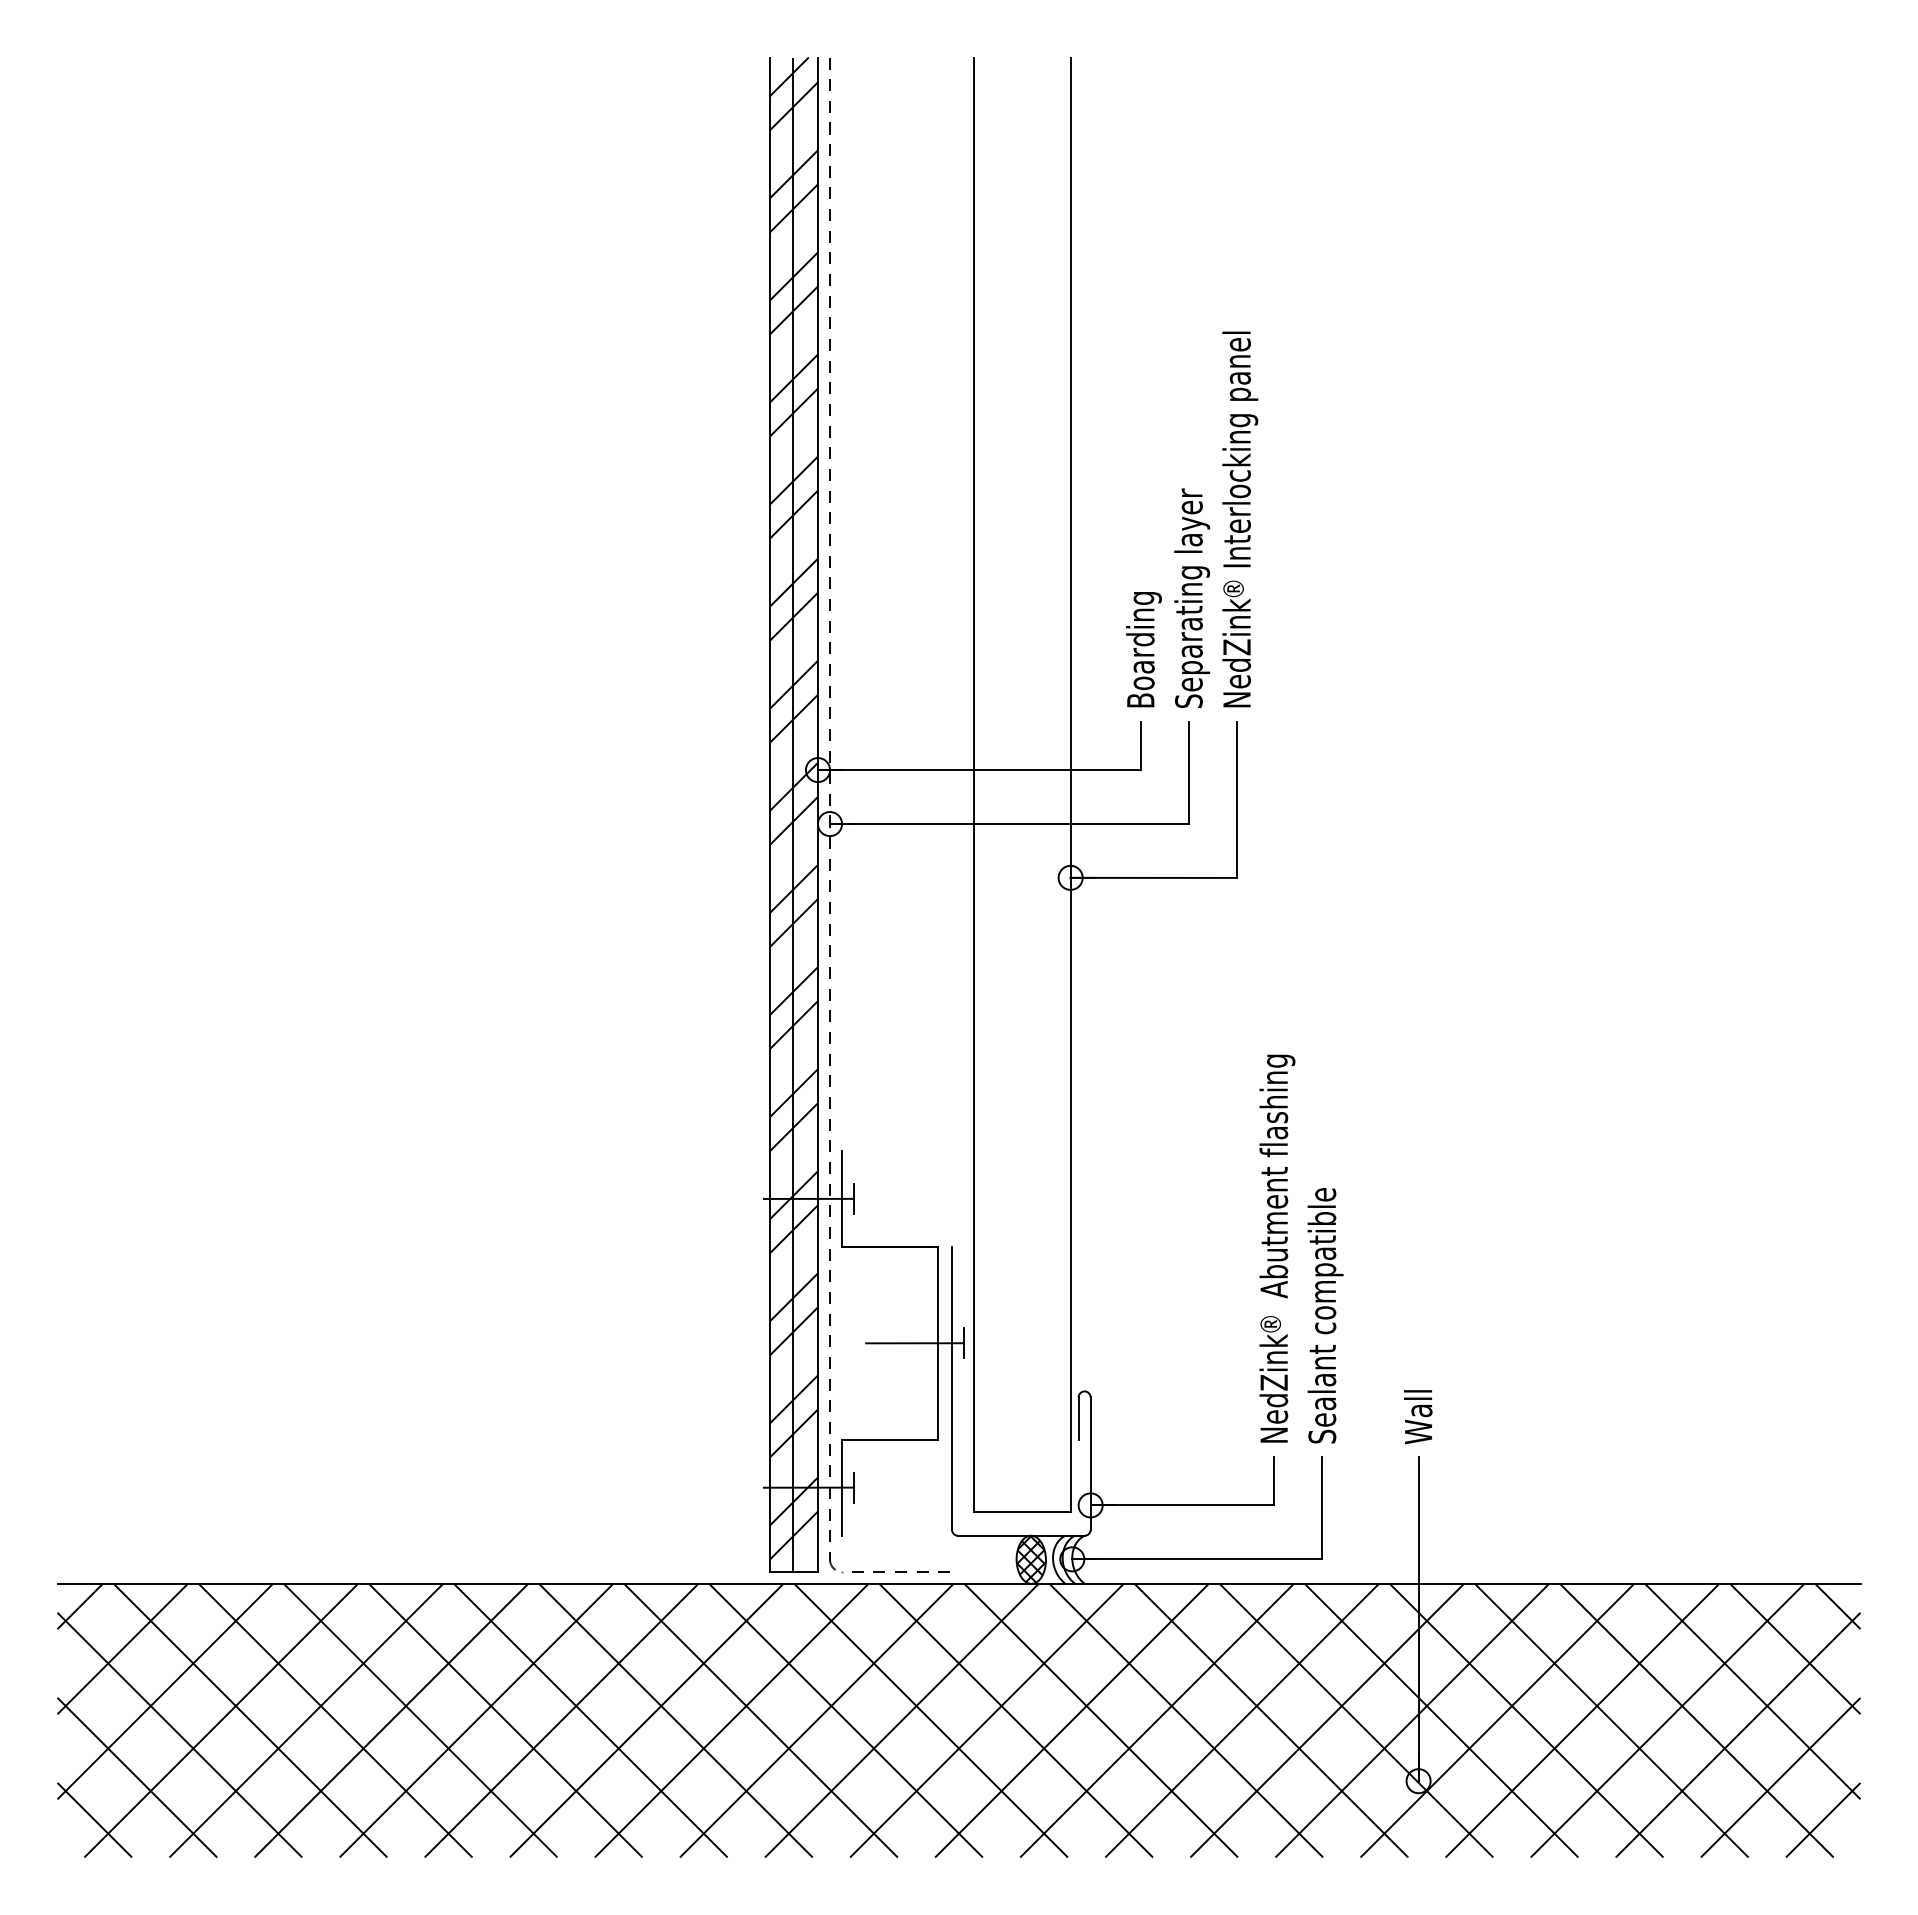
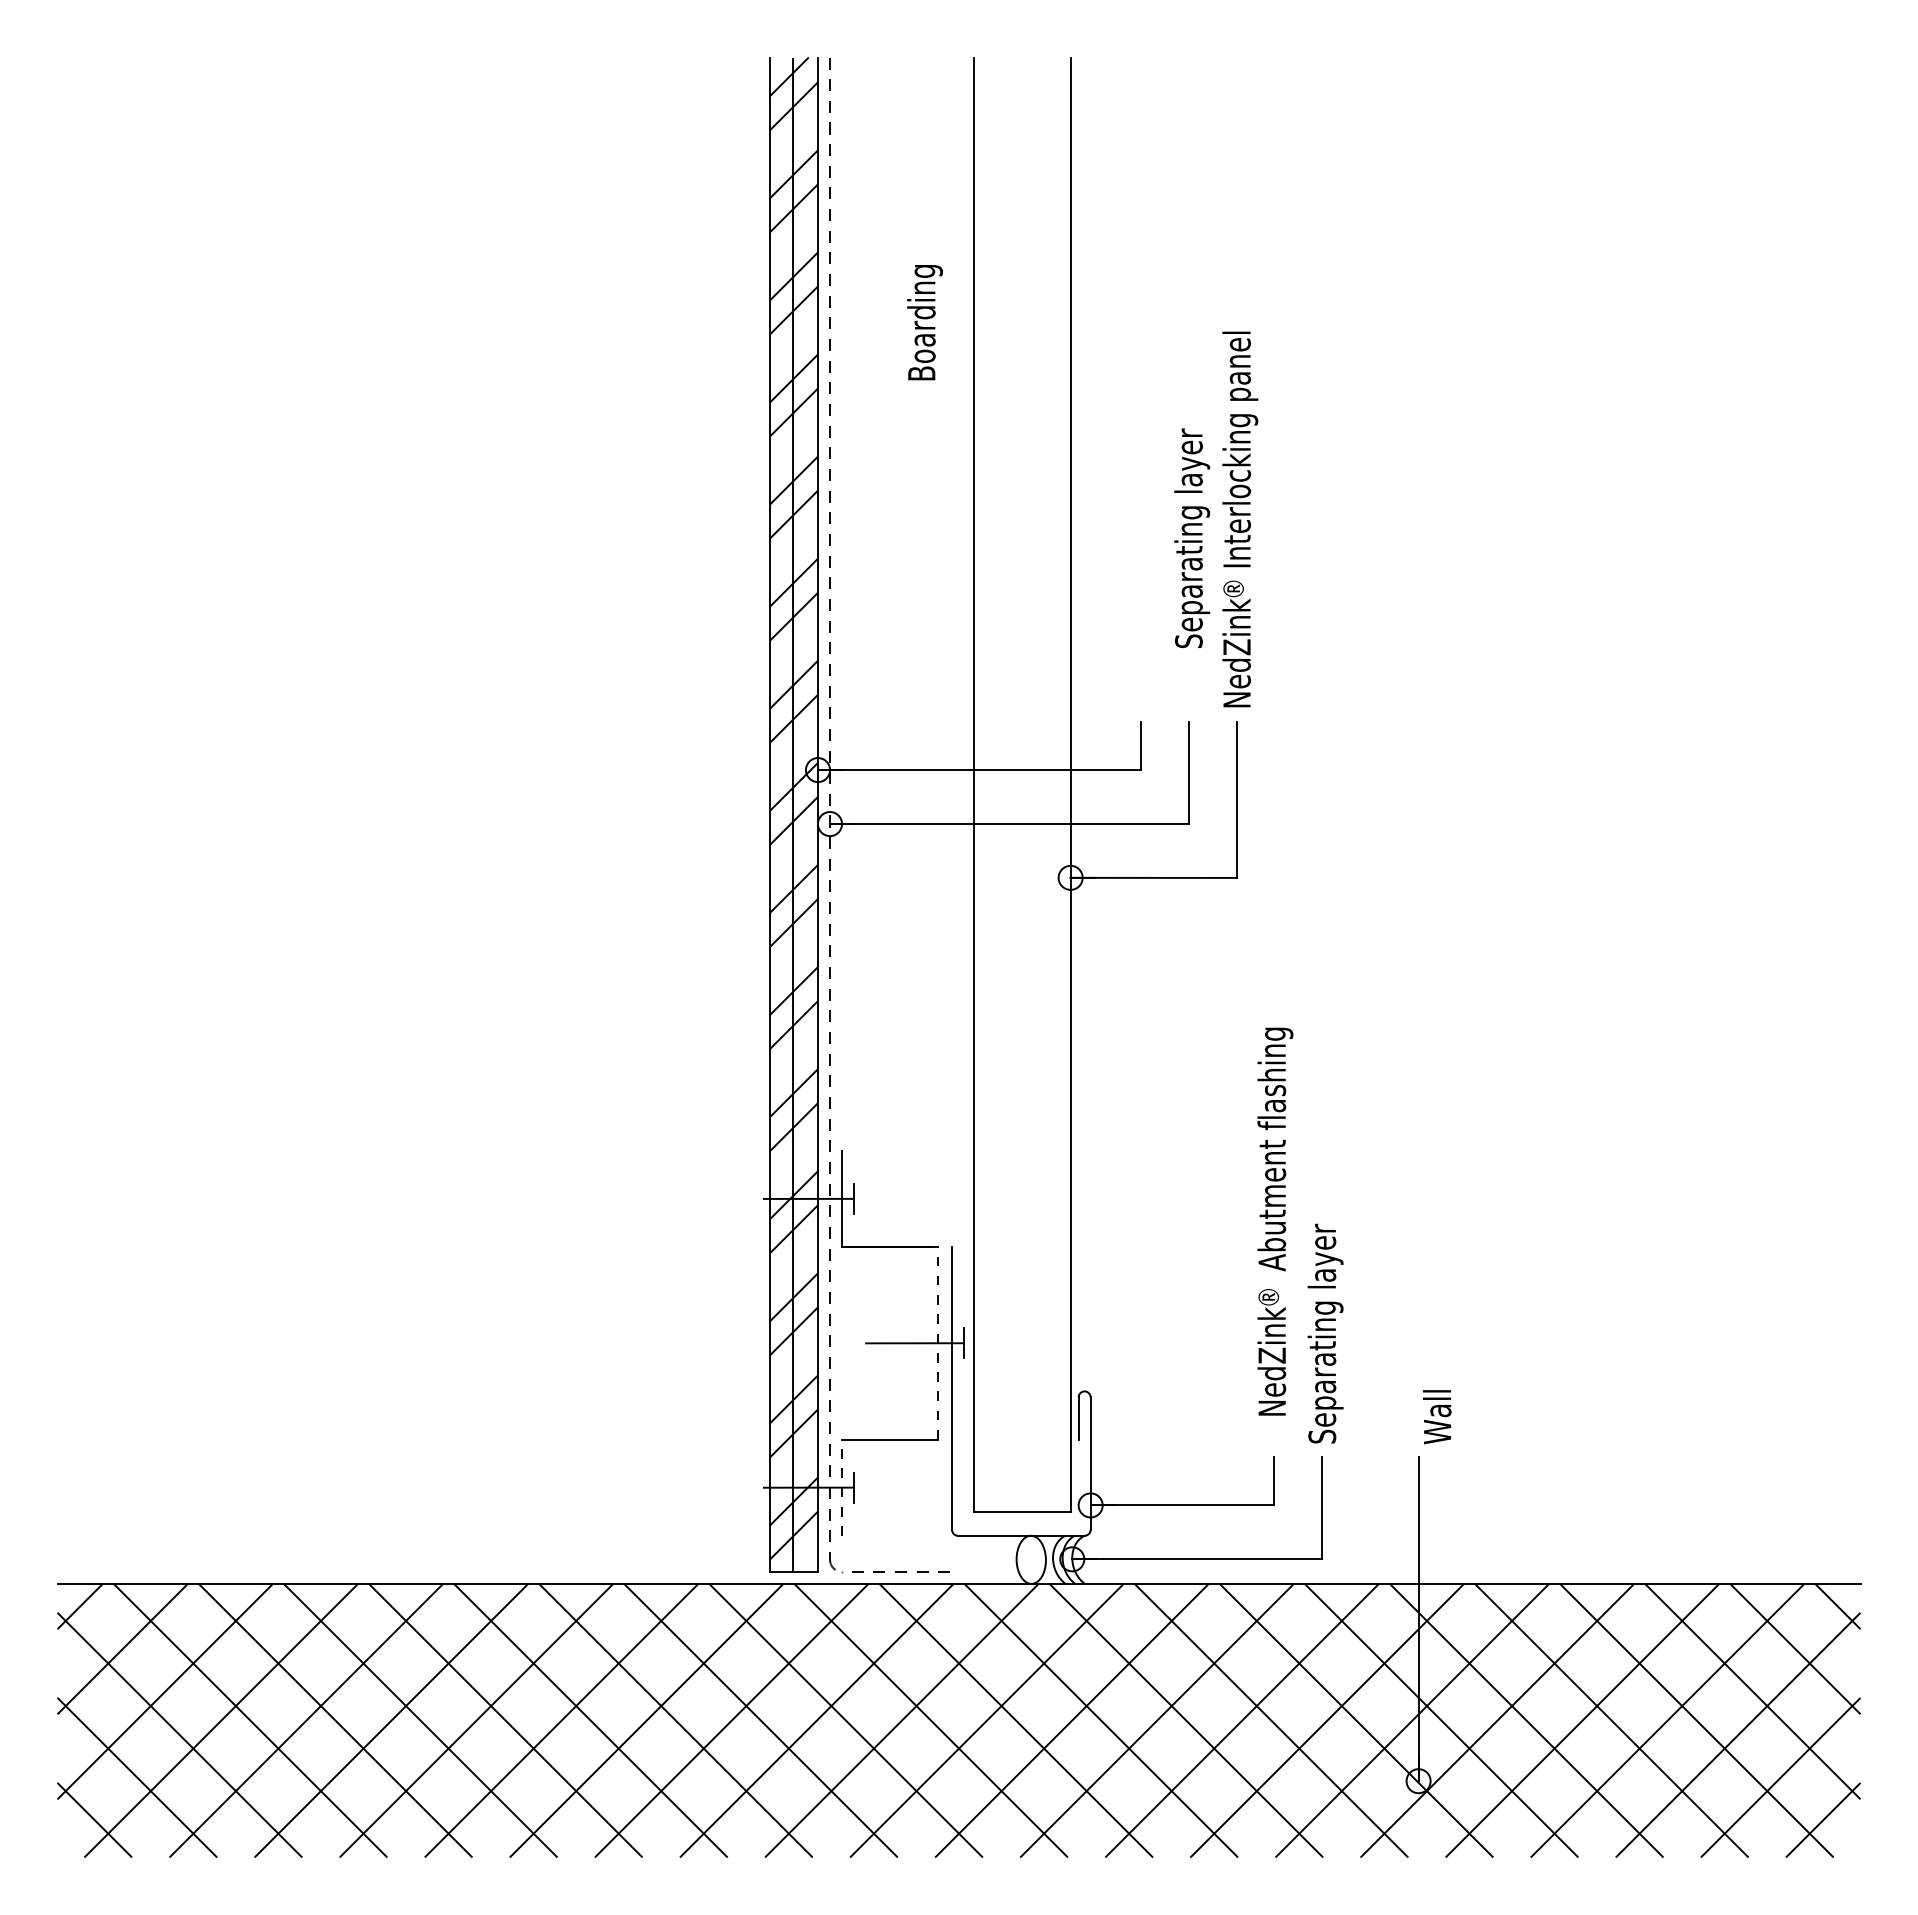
text at (1192, 597) position: (1192, 597) -> (1192, 537)
text at (1143, 649) position: (1143, 649) -> (924, 322)
text at (1277, 1248) position: (1277, 1248) -> (1275, 1221)
text at (1325, 1299): Sealant compatible -> Separating layer
line at (938, 1342): solid -> dashed
text at (1418, 1417) position: (1418, 1417) -> (1437, 1417)
line at (842, 1487): solid -> dashed
hatch at (1030, 1558): present -> none
